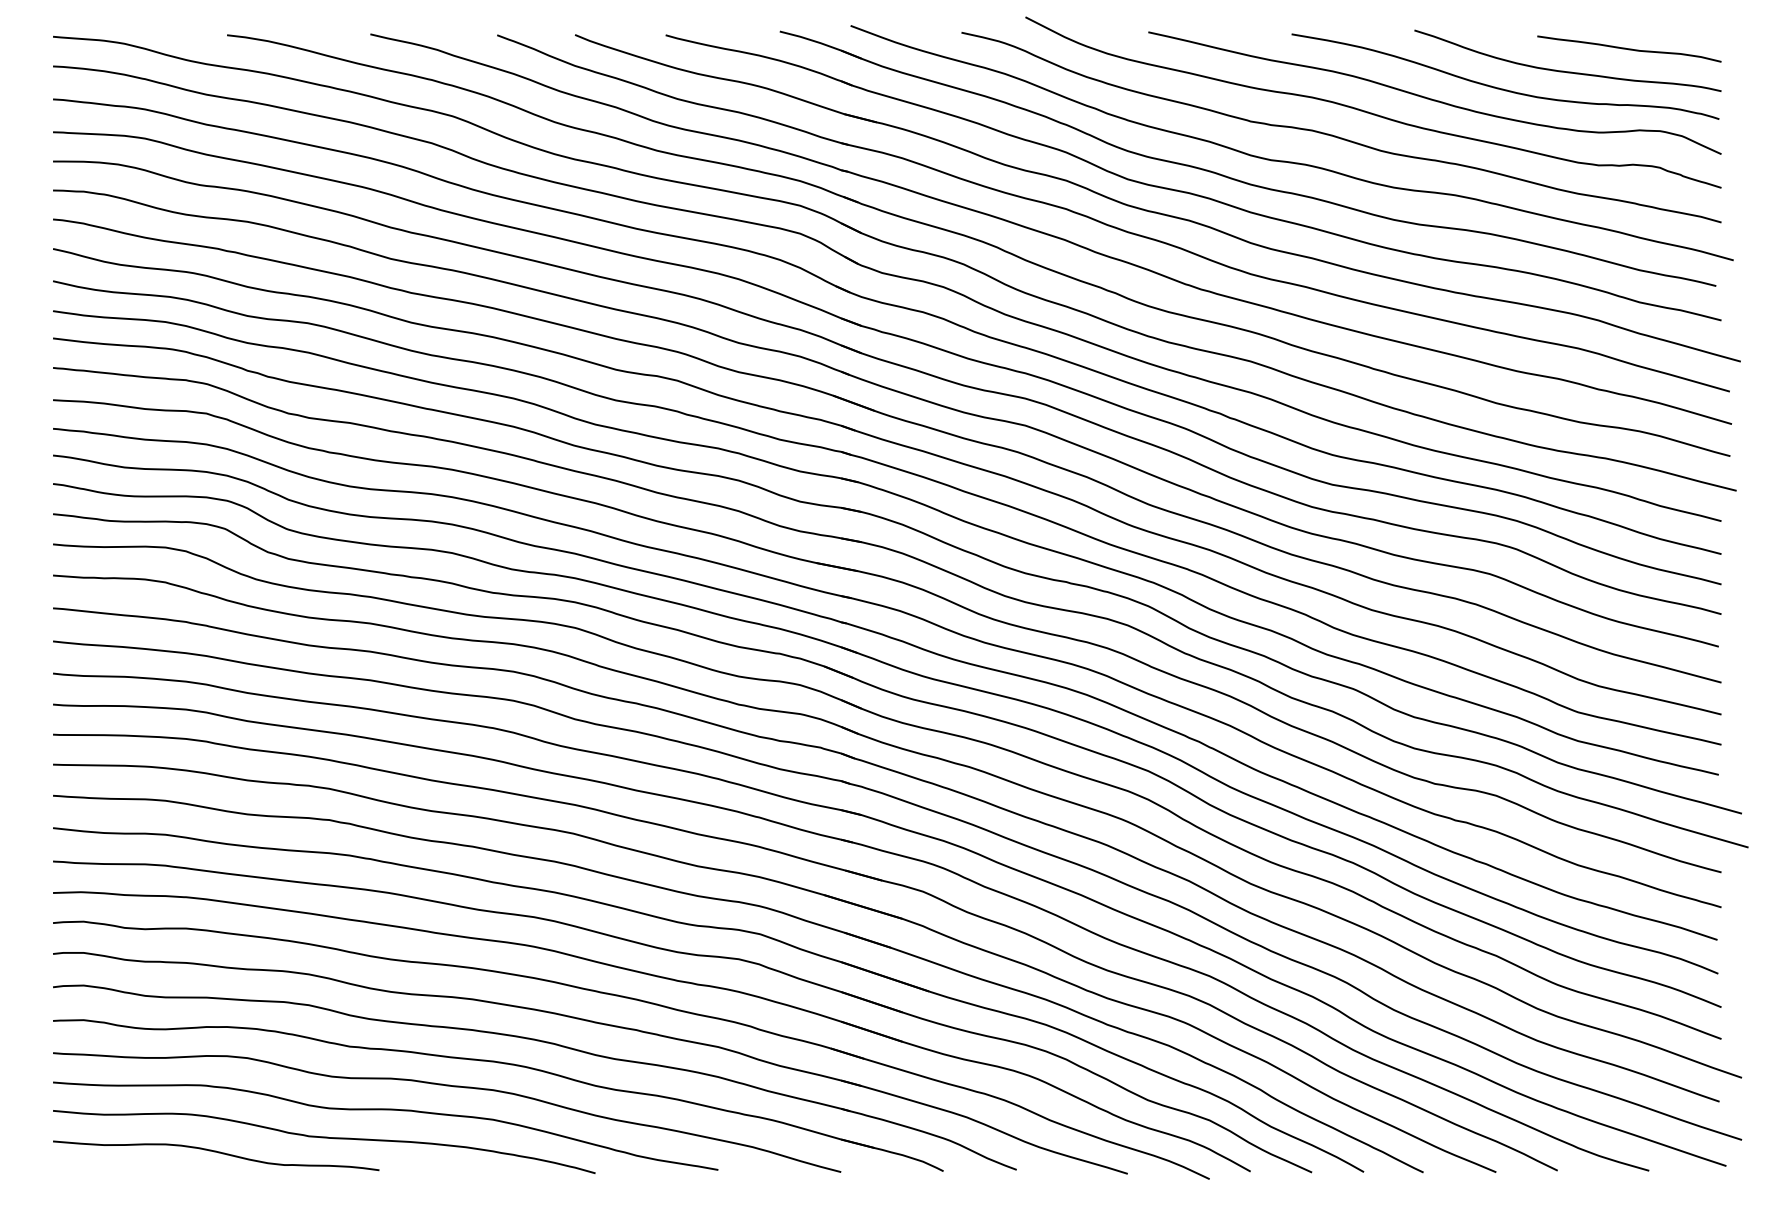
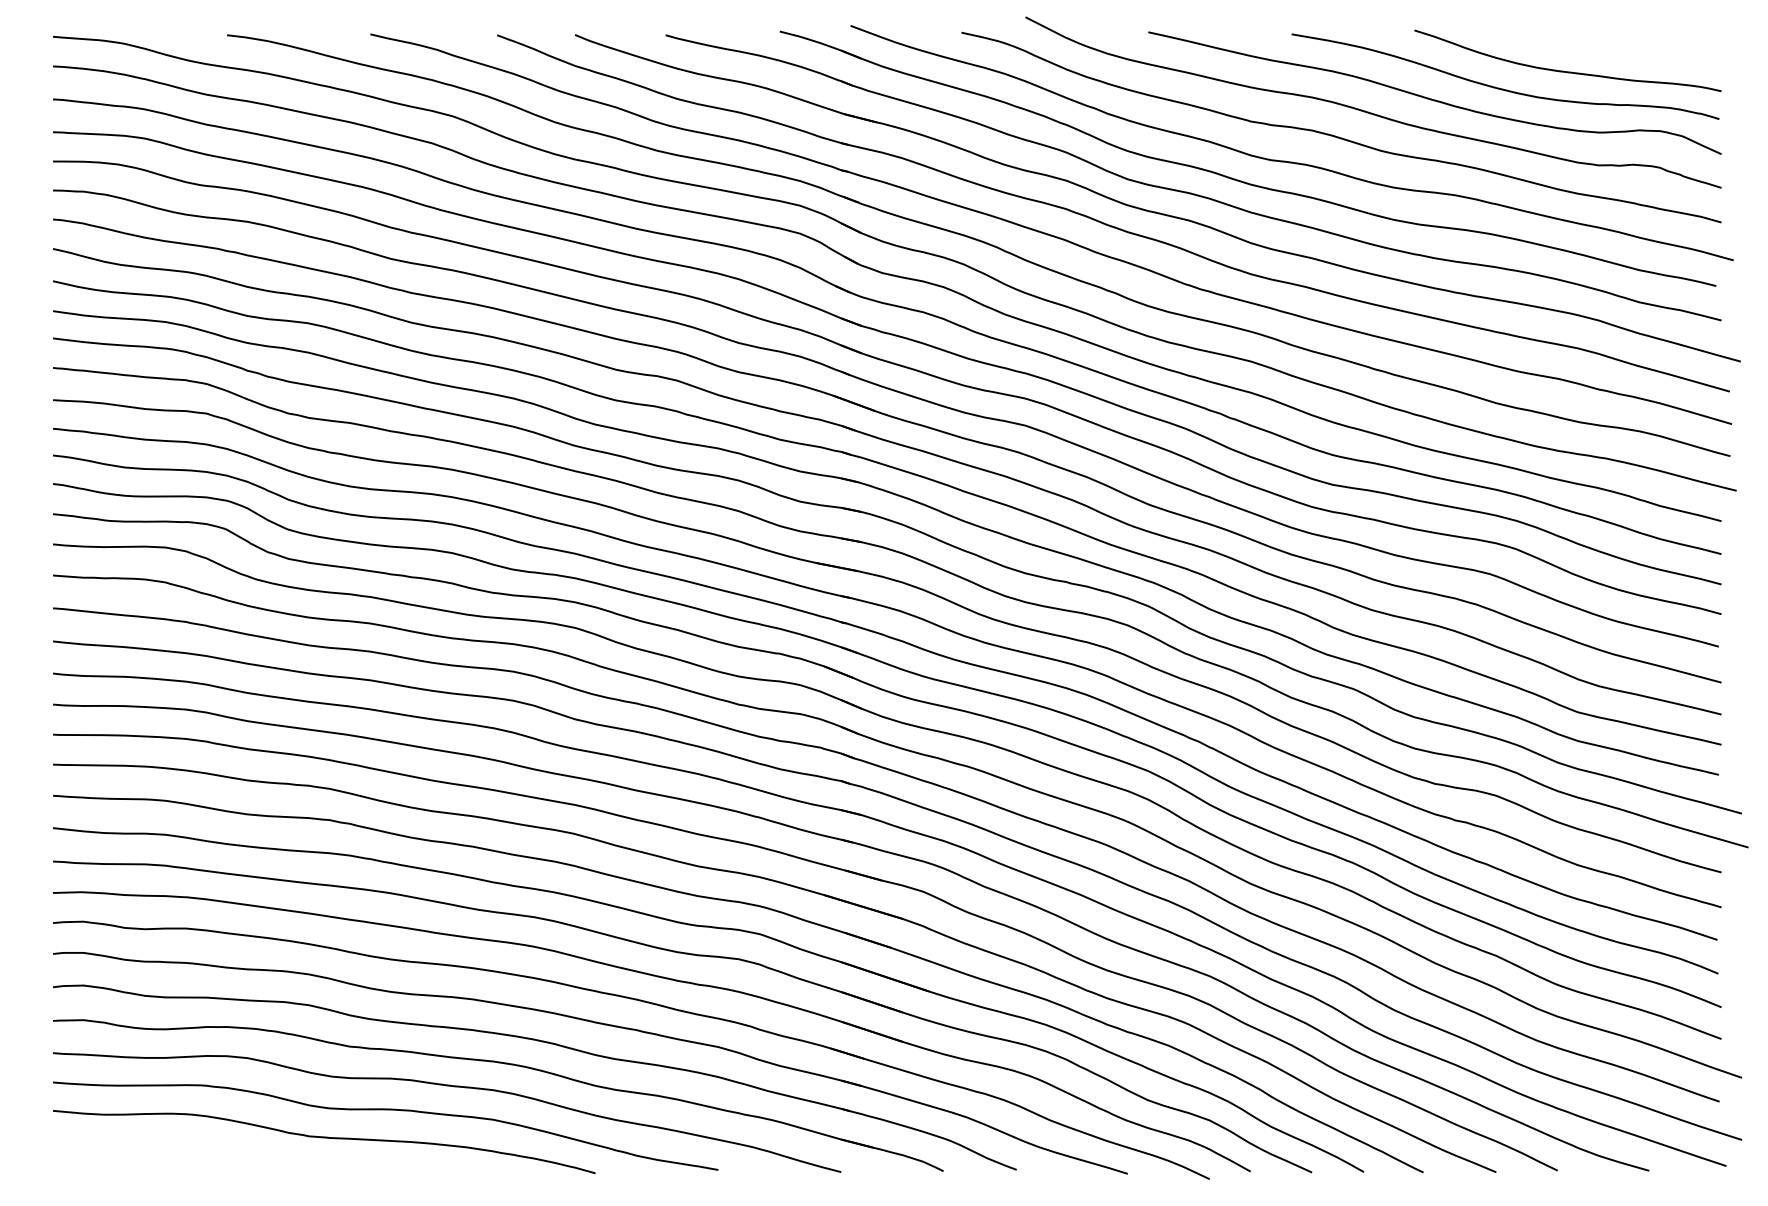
curve at (1629, 48): present -> none
curve at (218, 1153): present -> none
